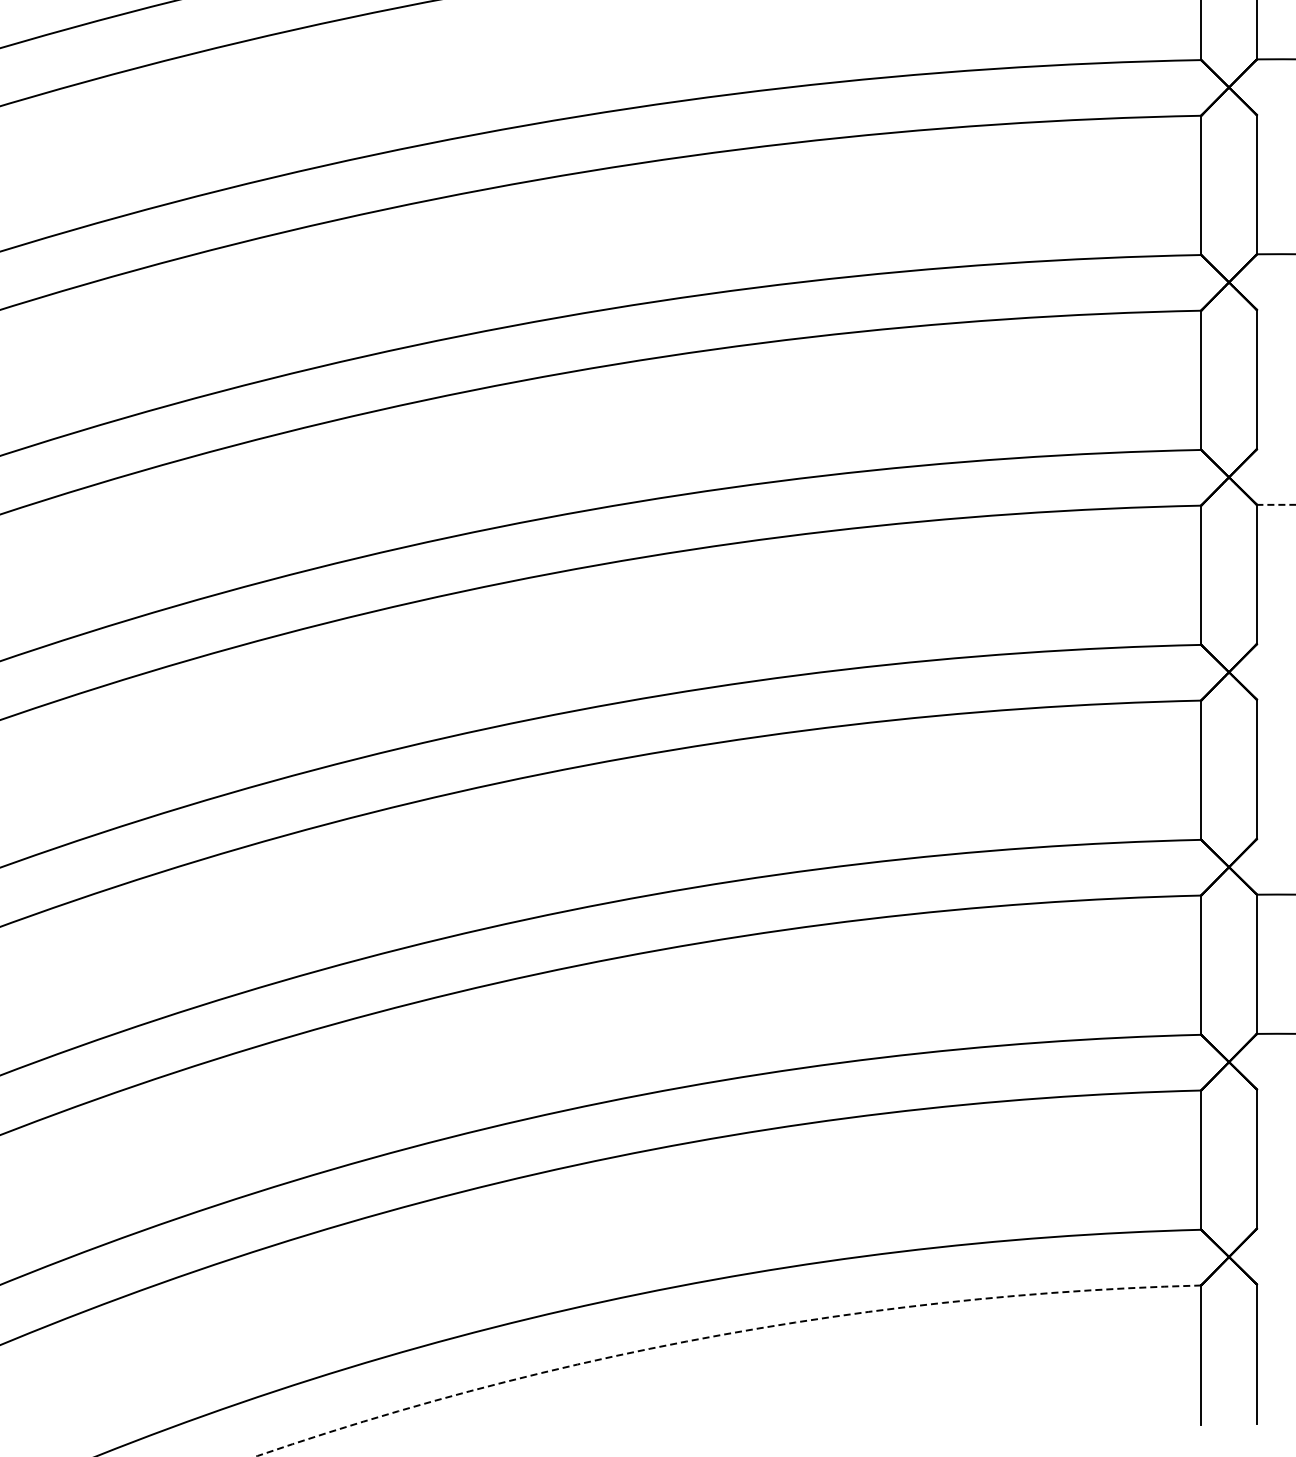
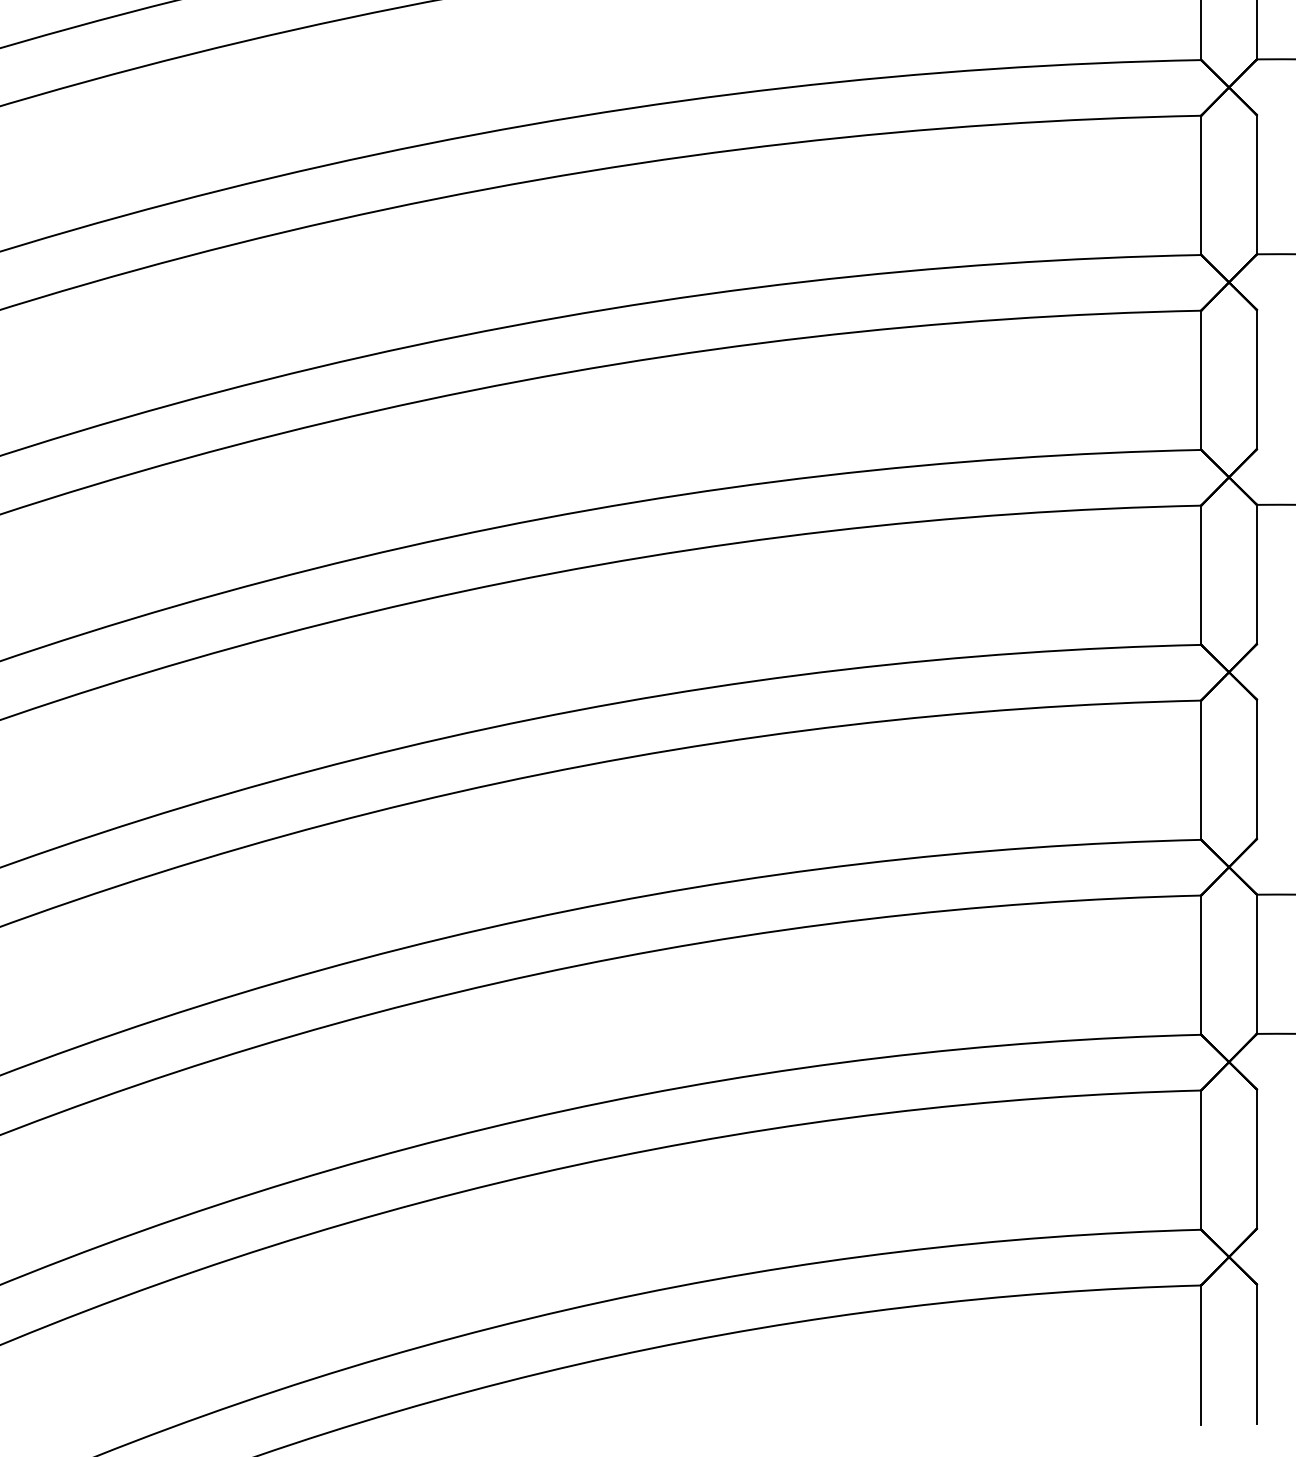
arc at (1275, 504): dashed -> solid
arc at (722, 1334): dashed -> solid
